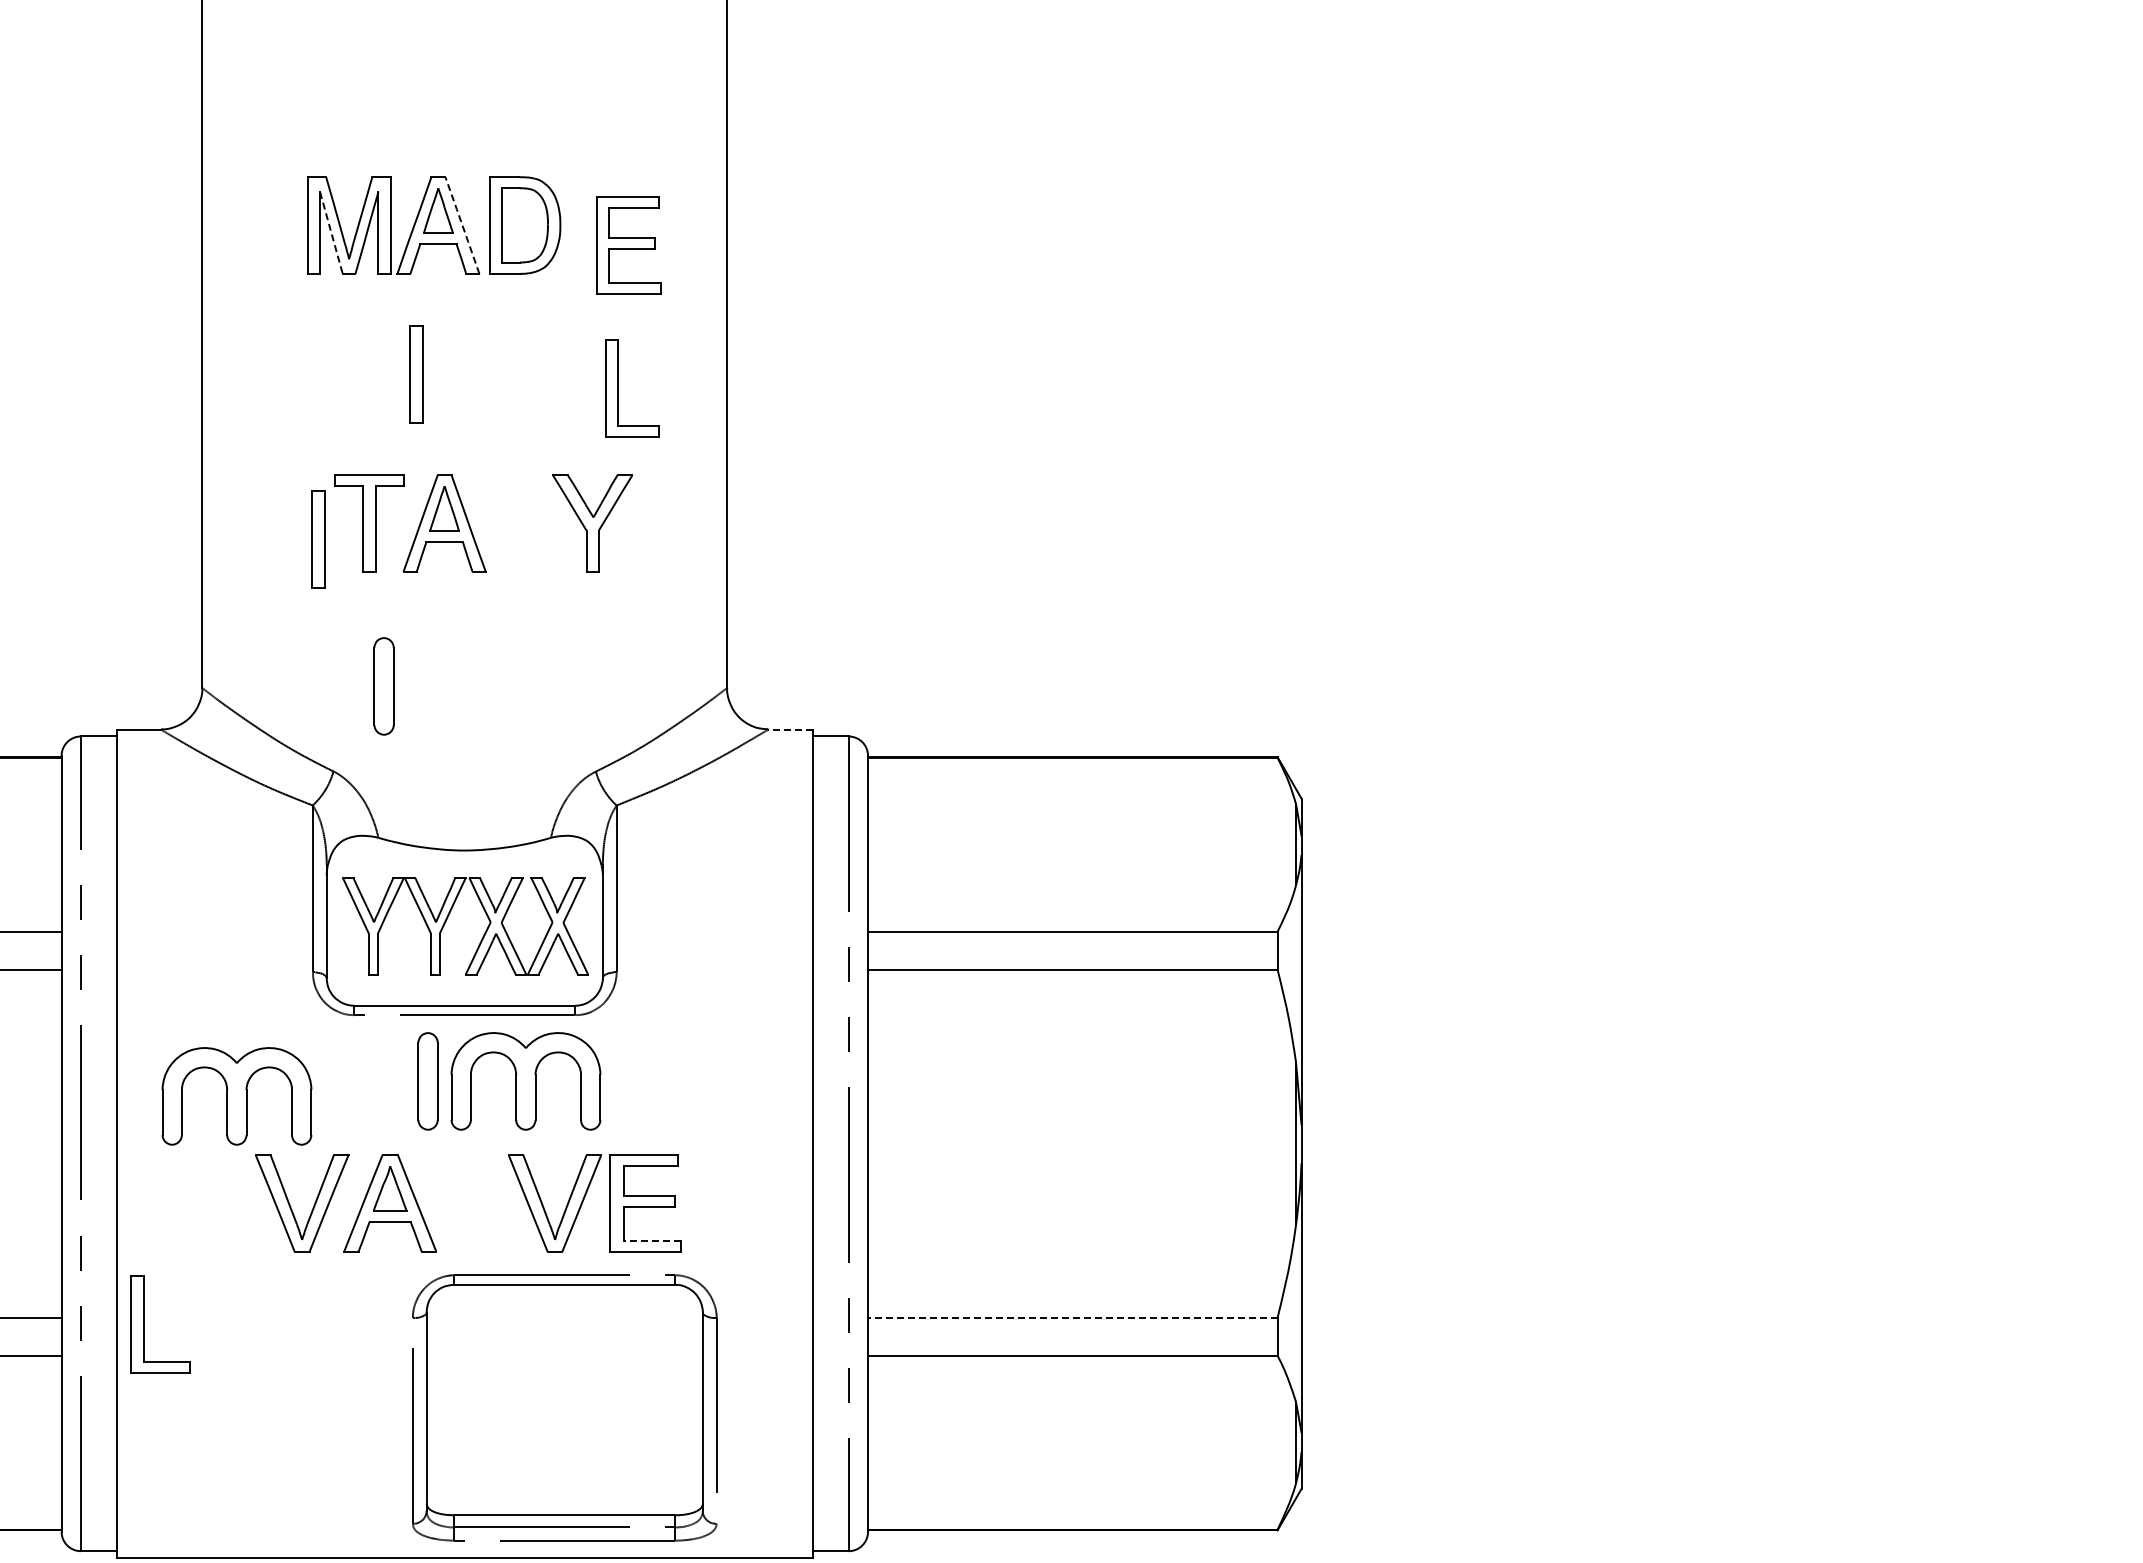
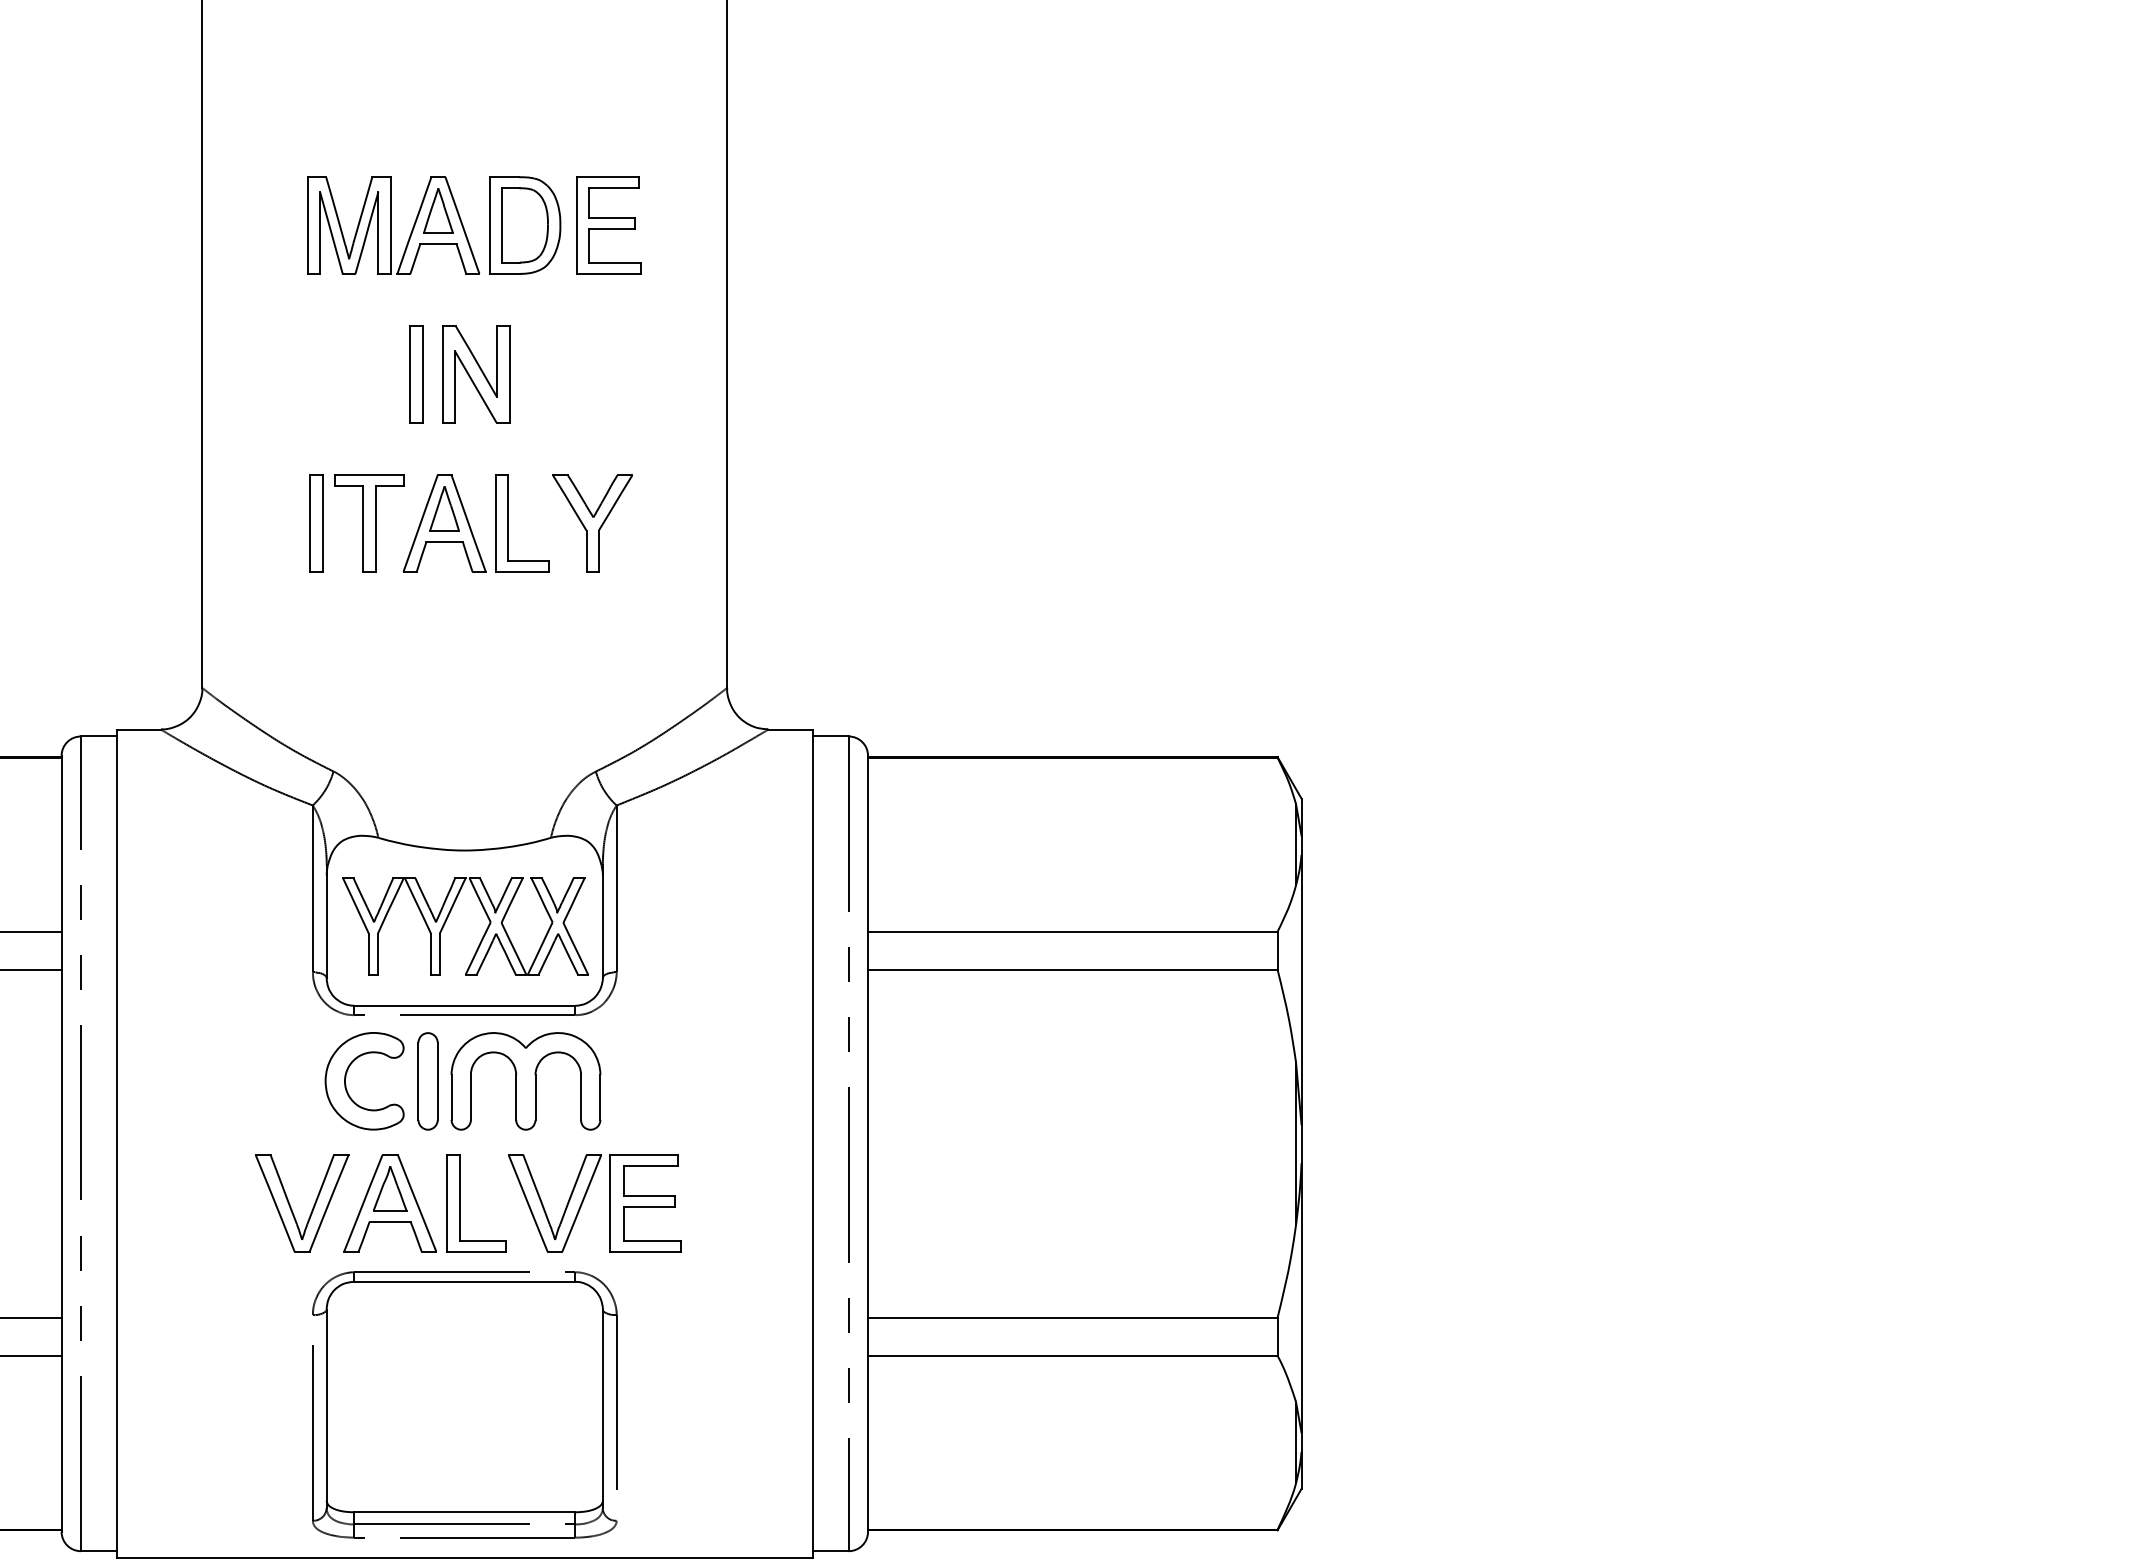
line at (462, 225): dashed -> solid
line at (331, 232): dashed -> solid
part at (628, 245) position: (628, 245) -> (608, 225)
part at (476, 374): none -> present
part at (618, 388) position: (618, 388) -> (508, 523)
part at (318, 539) position: (318, 539) -> (316, 523)
part at (383, 686): present -> none
line at (790, 729): dashed -> solid
part at (346, 1084): none -> present
part at (236, 1096): present -> none
line at (651, 1240): dashed -> solid
line at (1072, 1317): dashed -> solid
part at (144, 1324) position: (144, 1324) -> (460, 1203)
part at (564, 1407) position: (564, 1407) -> (464, 1404)
